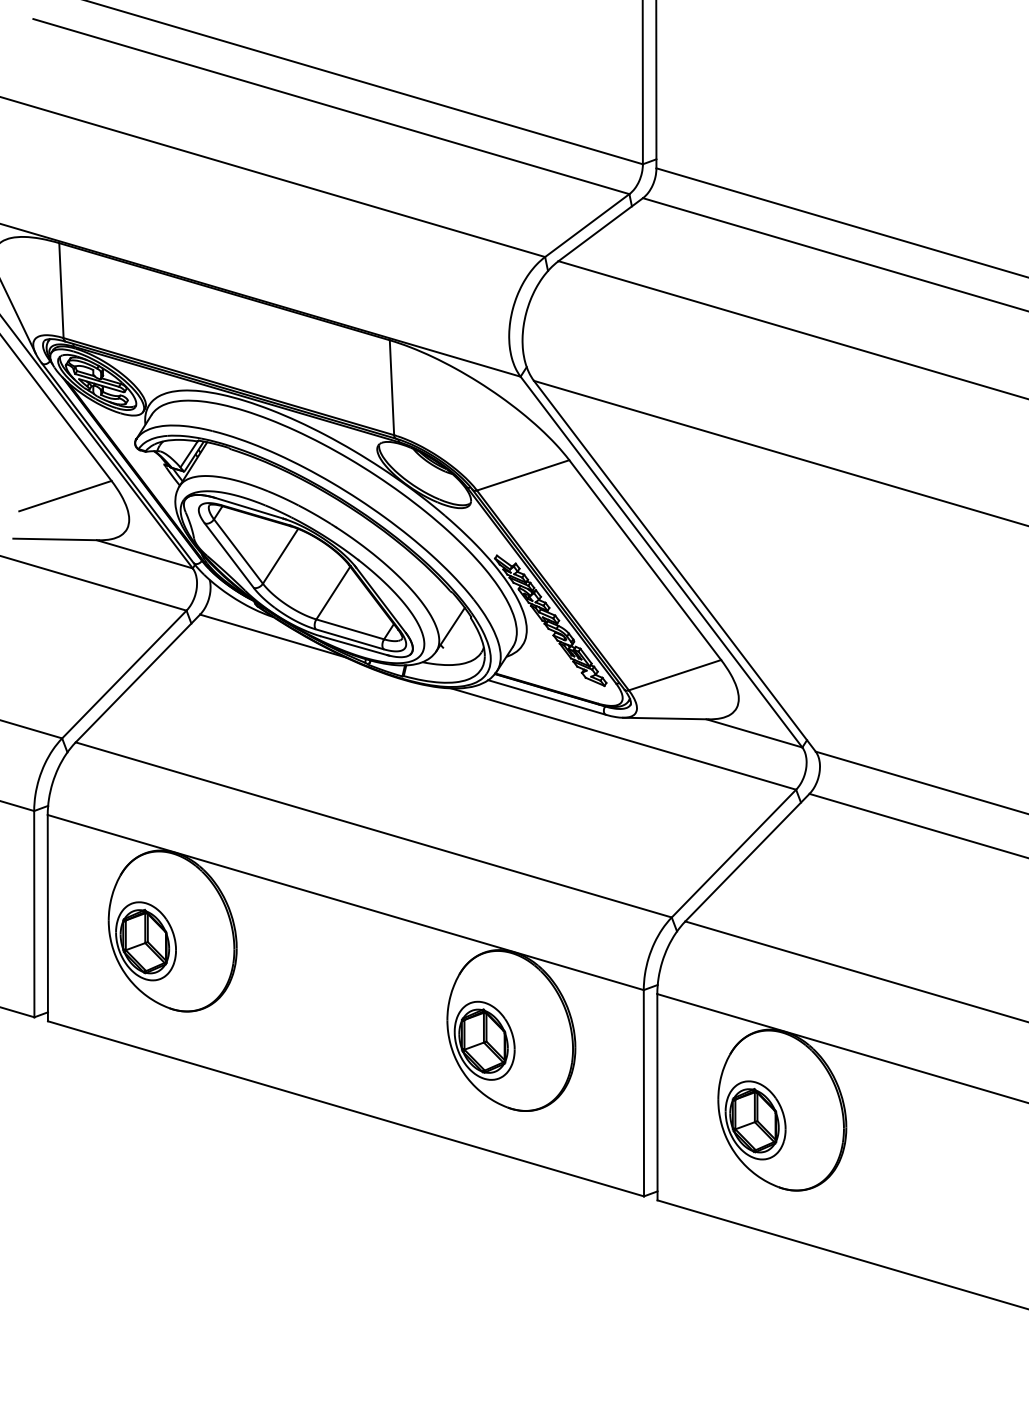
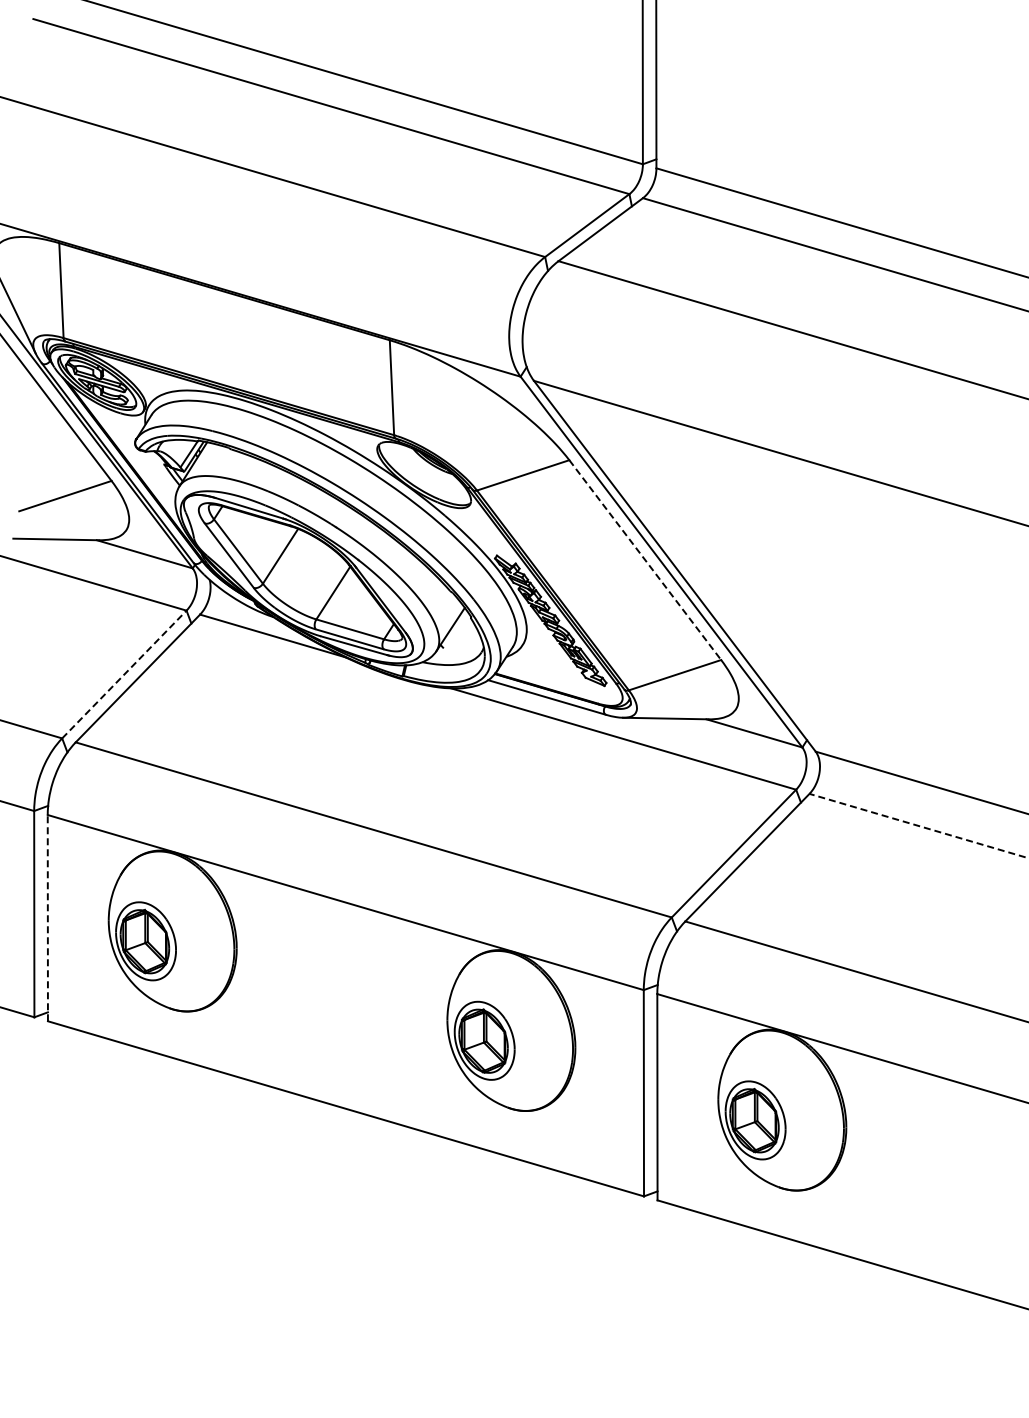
line at (645, 560): solid -> dashed
line at (124, 674): solid -> dashed
line at (918, 825): solid -> dashed
line at (47, 917): solid -> dashed
